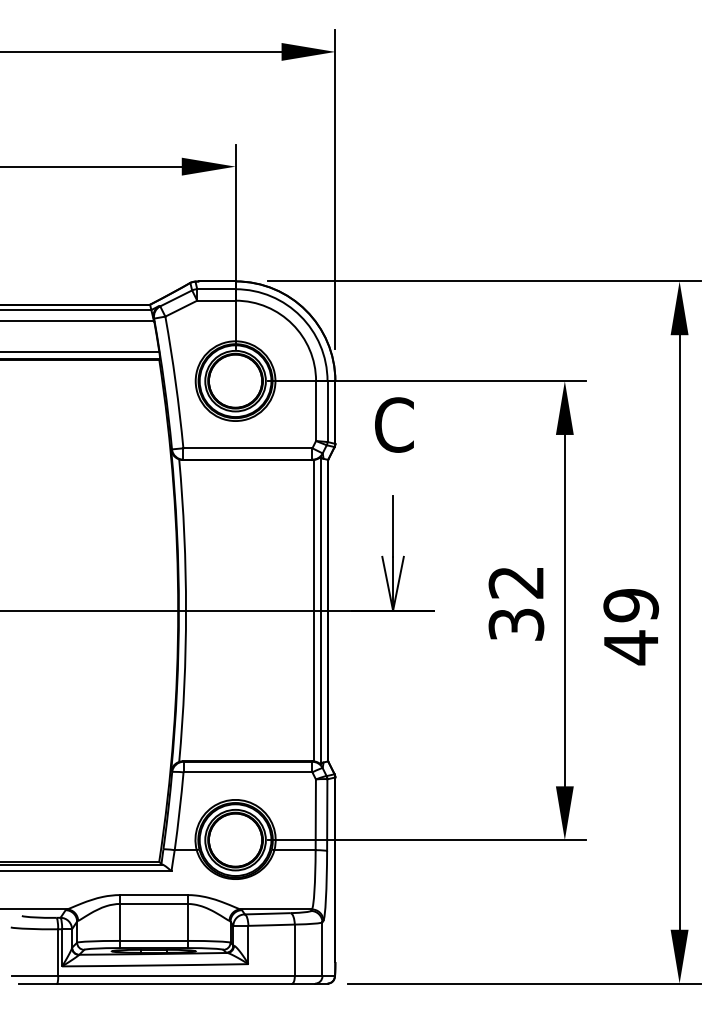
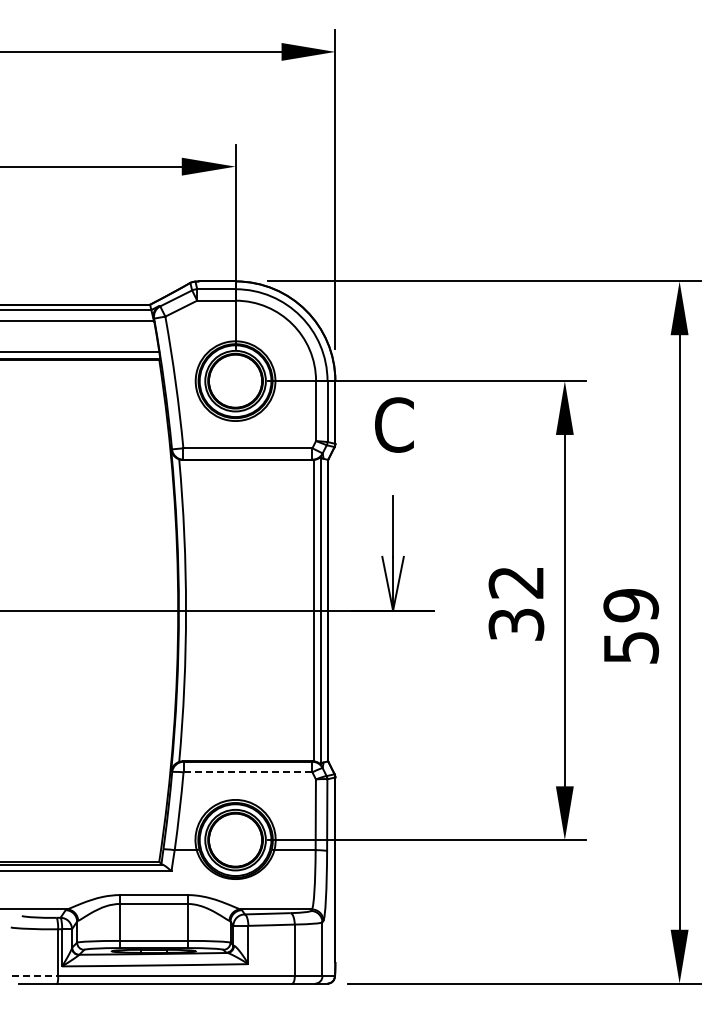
text at (631, 647): 49 -> 59
line at (248, 772): solid -> dashed
line at (35, 976): solid -> dashed
